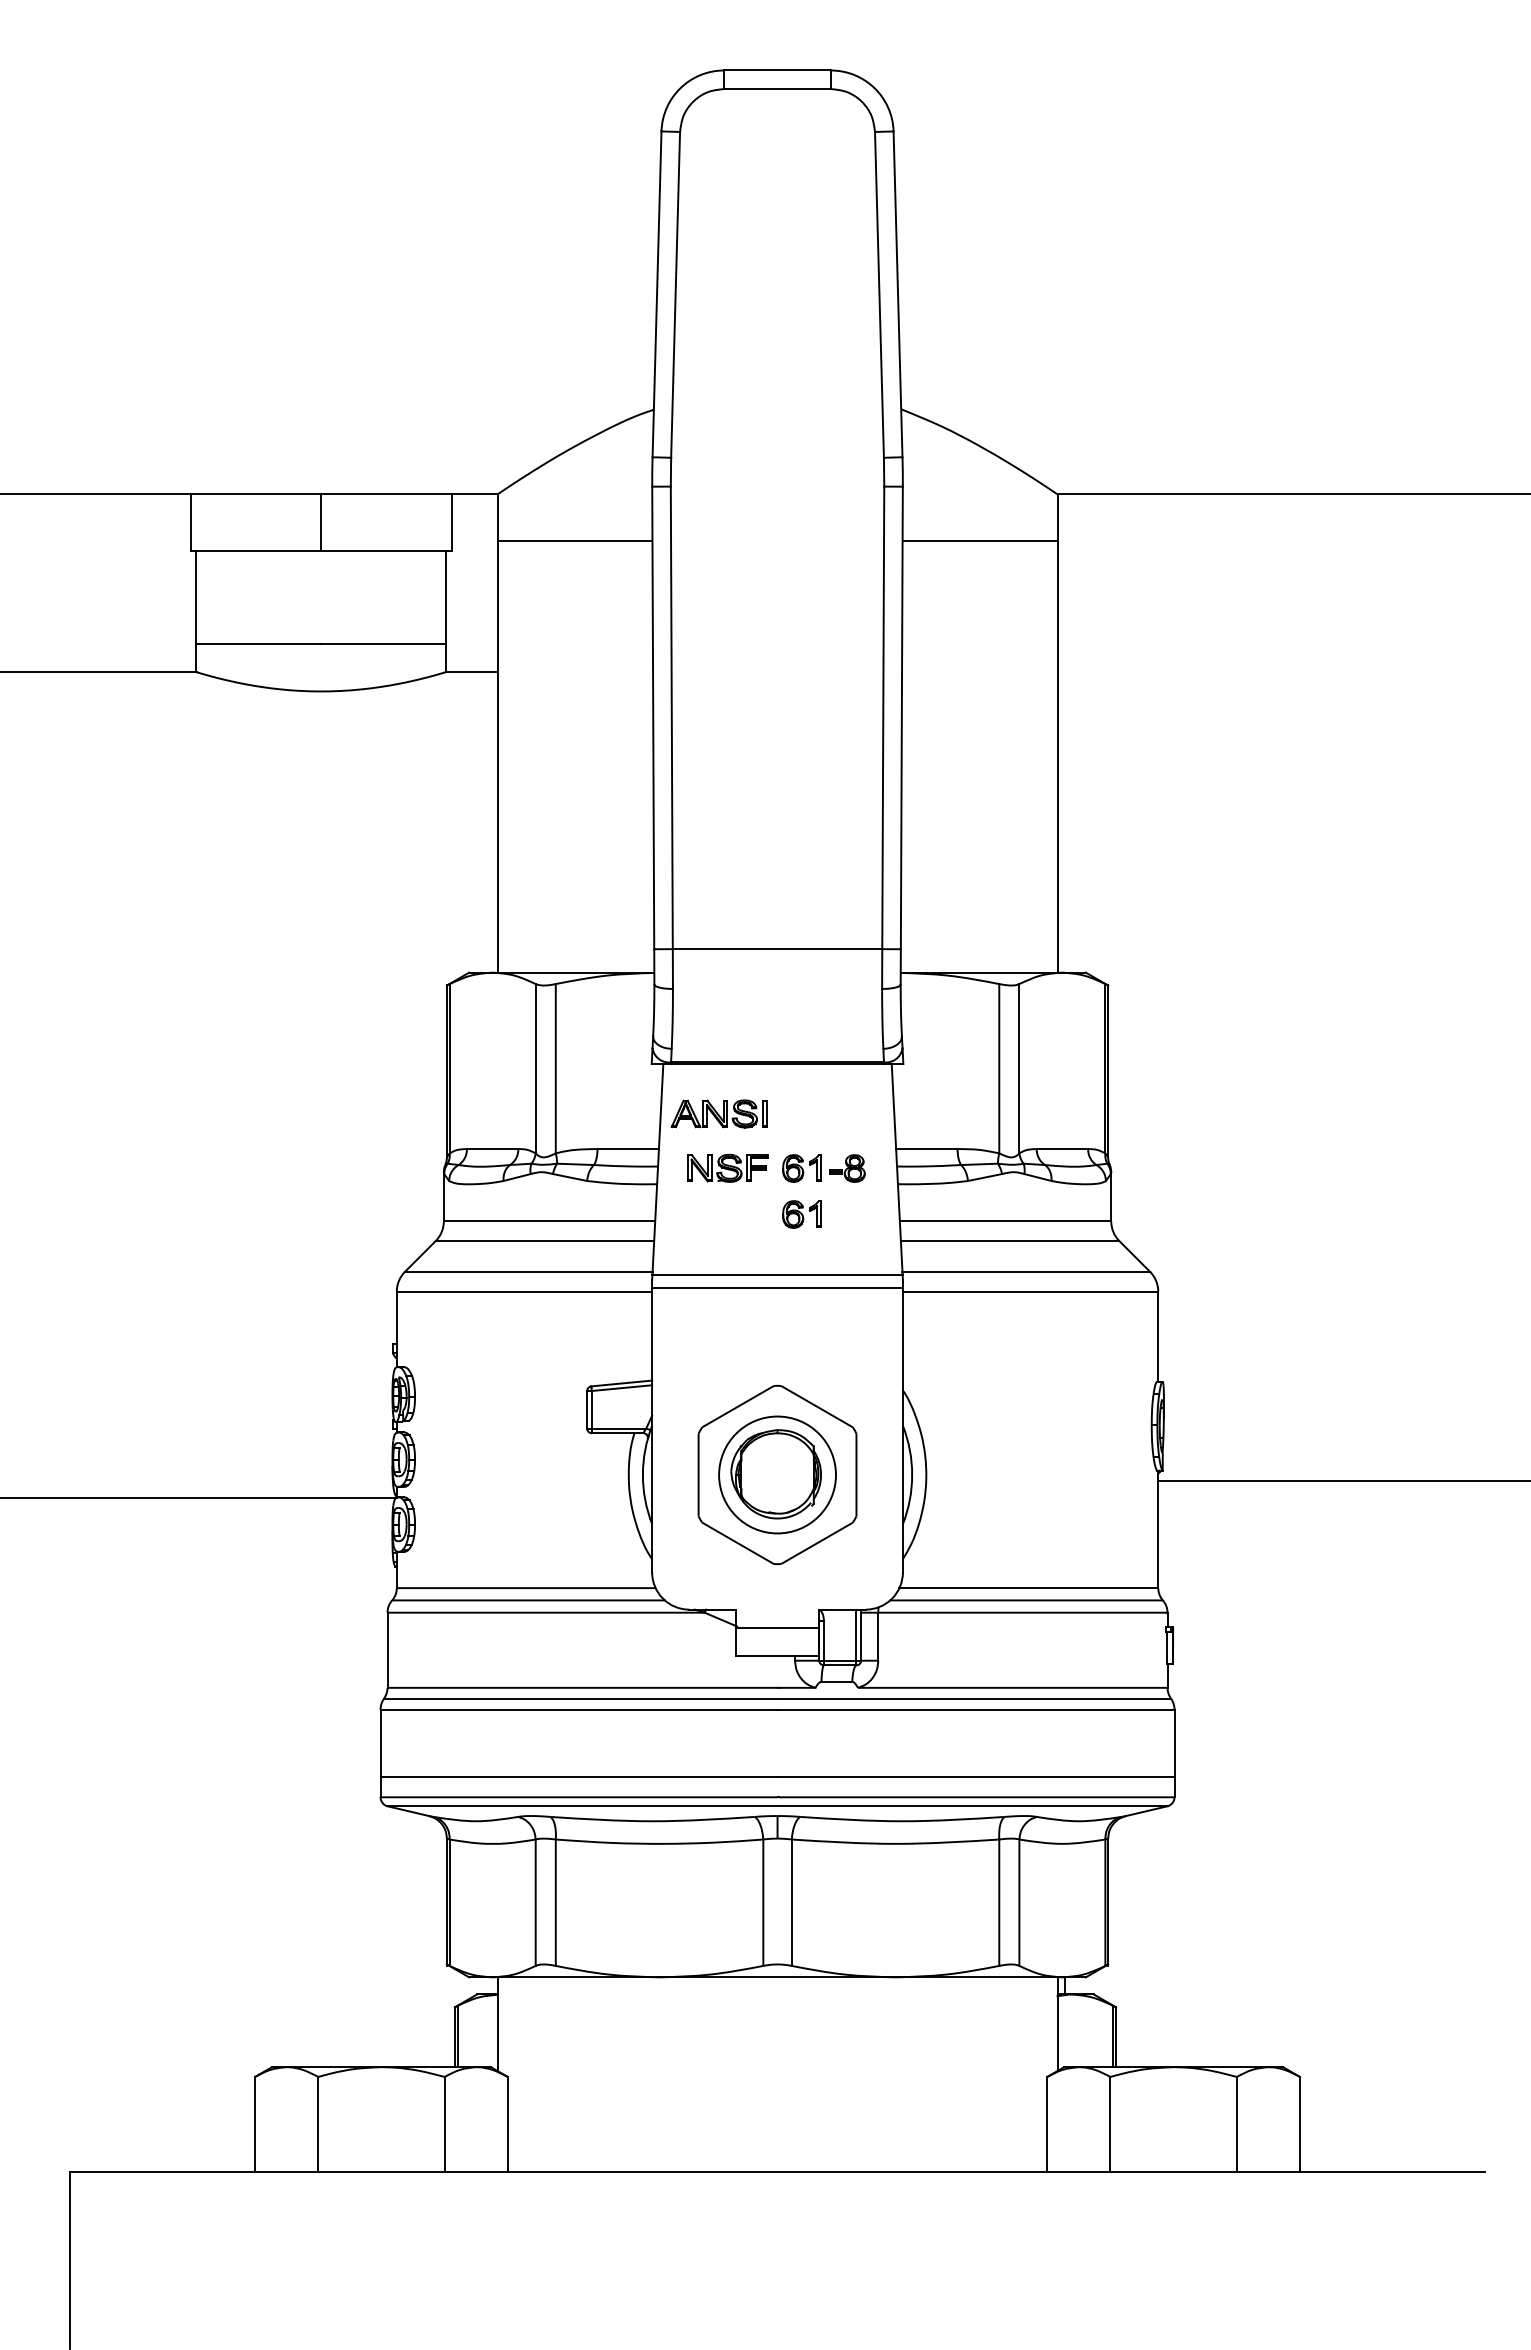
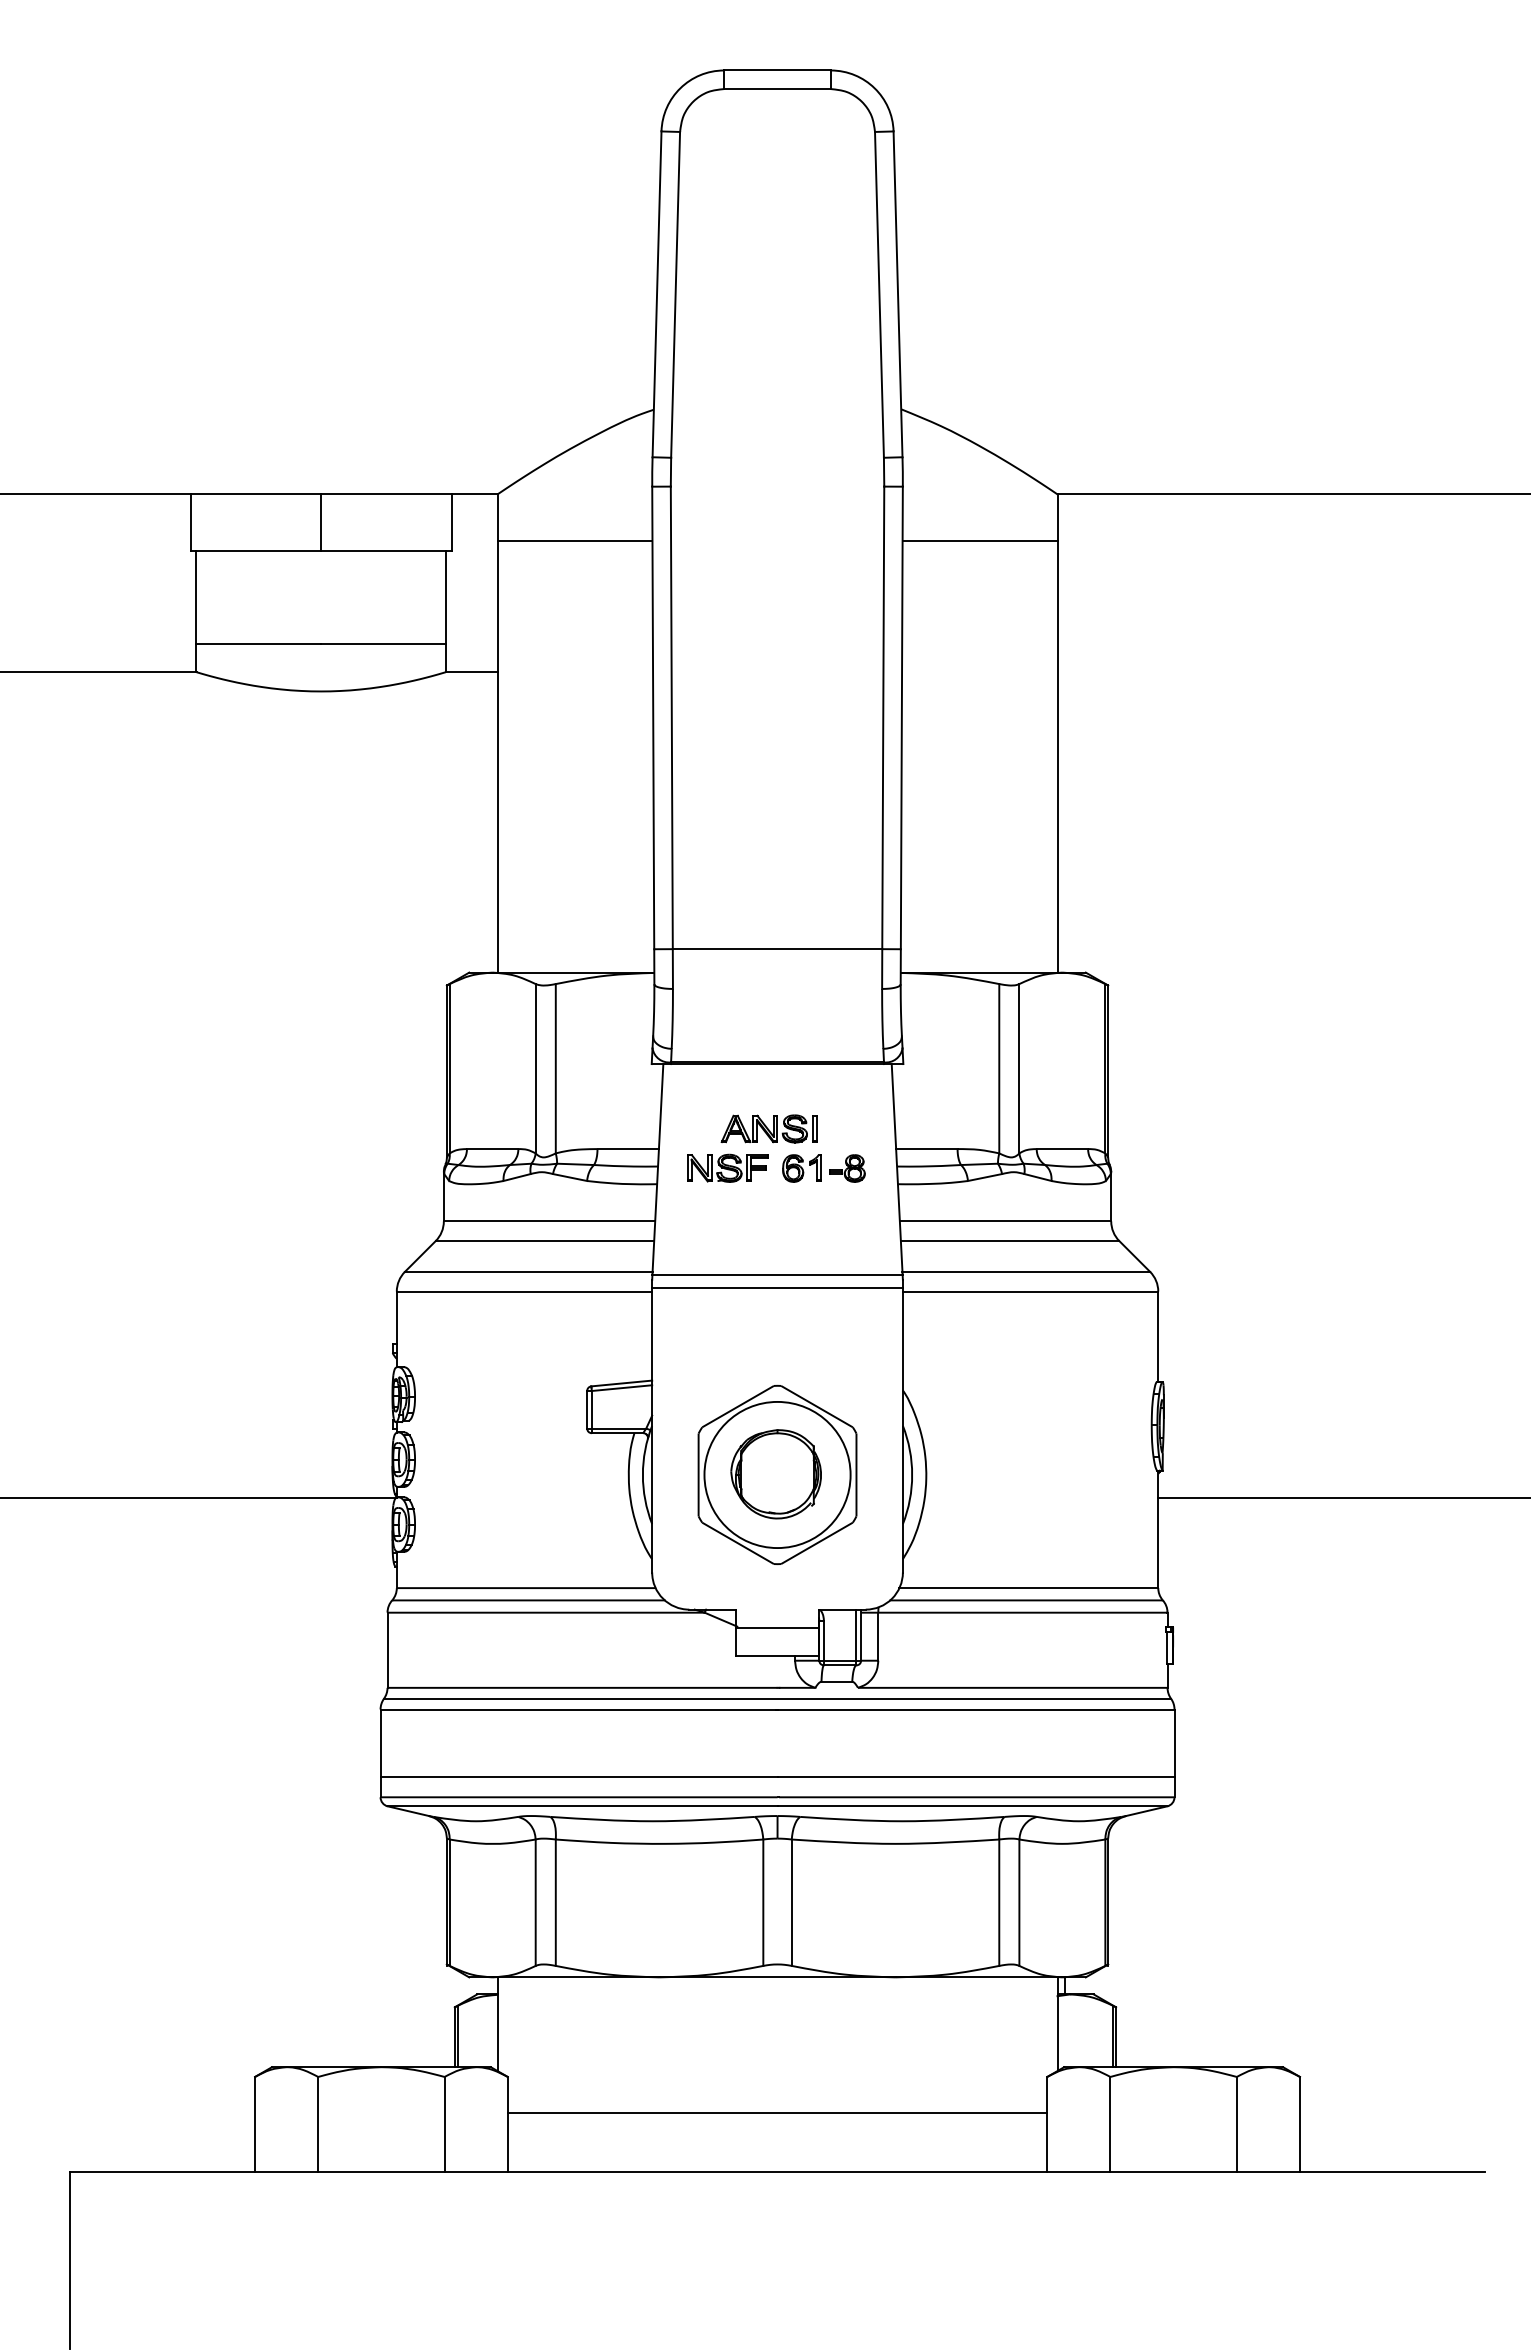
part at (718, 1113) position: (718, 1113) -> (768, 1128)
part at (801, 1214): present -> none
circle at (777, 1474) diameter: 117 px -> 146 px
line at (1342, 1480) position: (1342, 1480) -> (1342, 1497)
line at (777, 2112): none -> present
